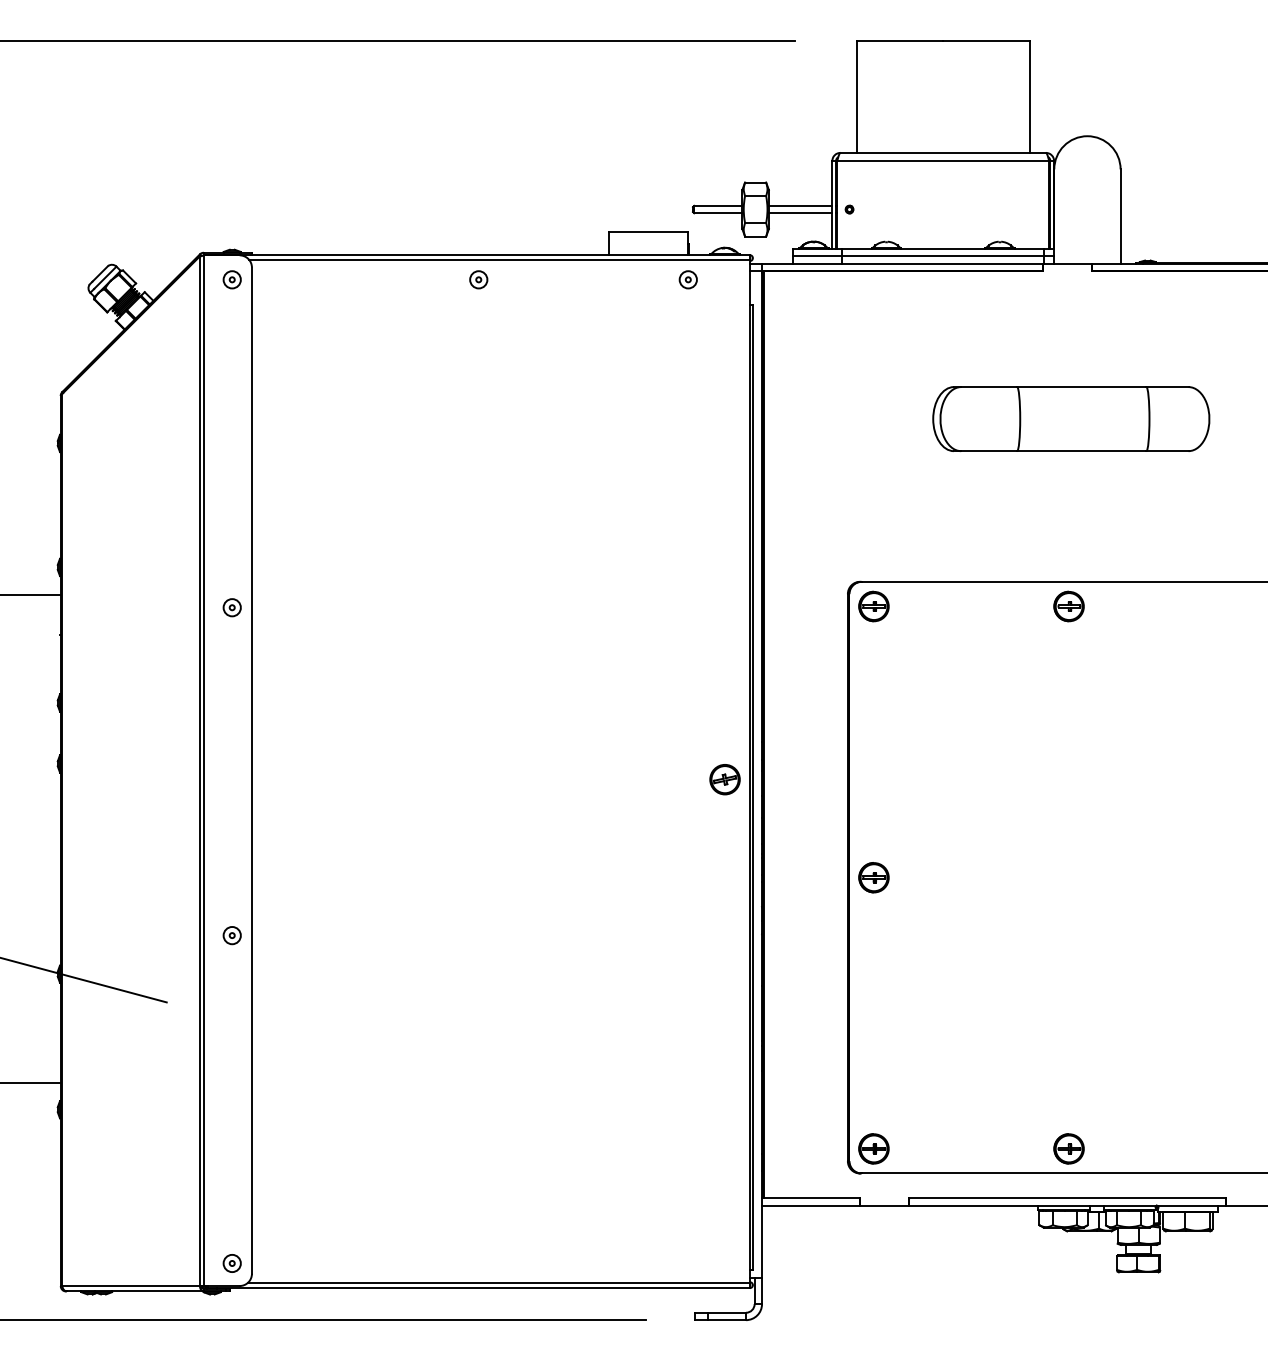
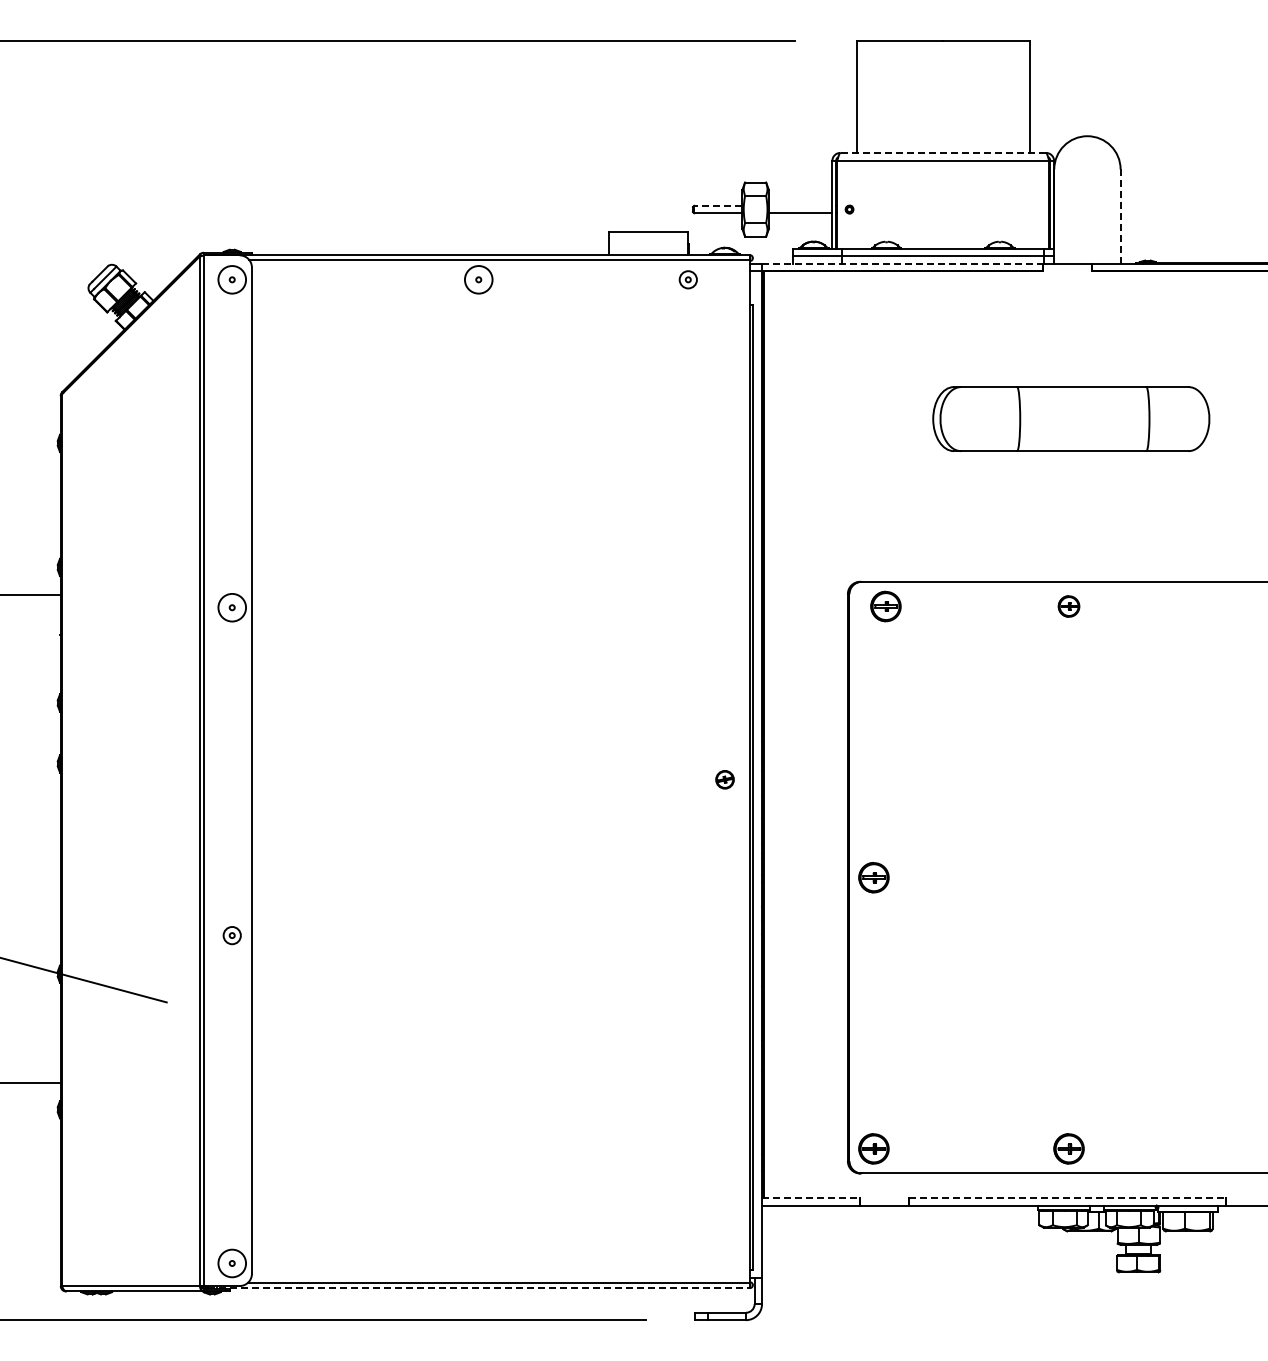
line at (943, 152): solid -> dashed
line at (717, 205): solid -> dashed
line at (800, 205): present -> none
line at (1120, 216): solid -> dashed
line at (902, 263): solid -> dashed
circle at (231, 279) diameter: 17 px -> 28 px
circle at (478, 279) diameter: 17 px -> 28 px
part at (873, 606) position: (873, 606) -> (885, 606)
part at (1068, 606) size: 32x33 px -> 24x23 px
circle at (231, 607) diameter: 17 px -> 28 px
part at (724, 779) size: 32x32 px -> 20x20 px
line at (810, 1198): solid -> dashed
line at (1067, 1198): solid -> dashed
circle at (231, 1263) diameter: 17 px -> 28 px
line at (479, 1288): solid -> dashed
